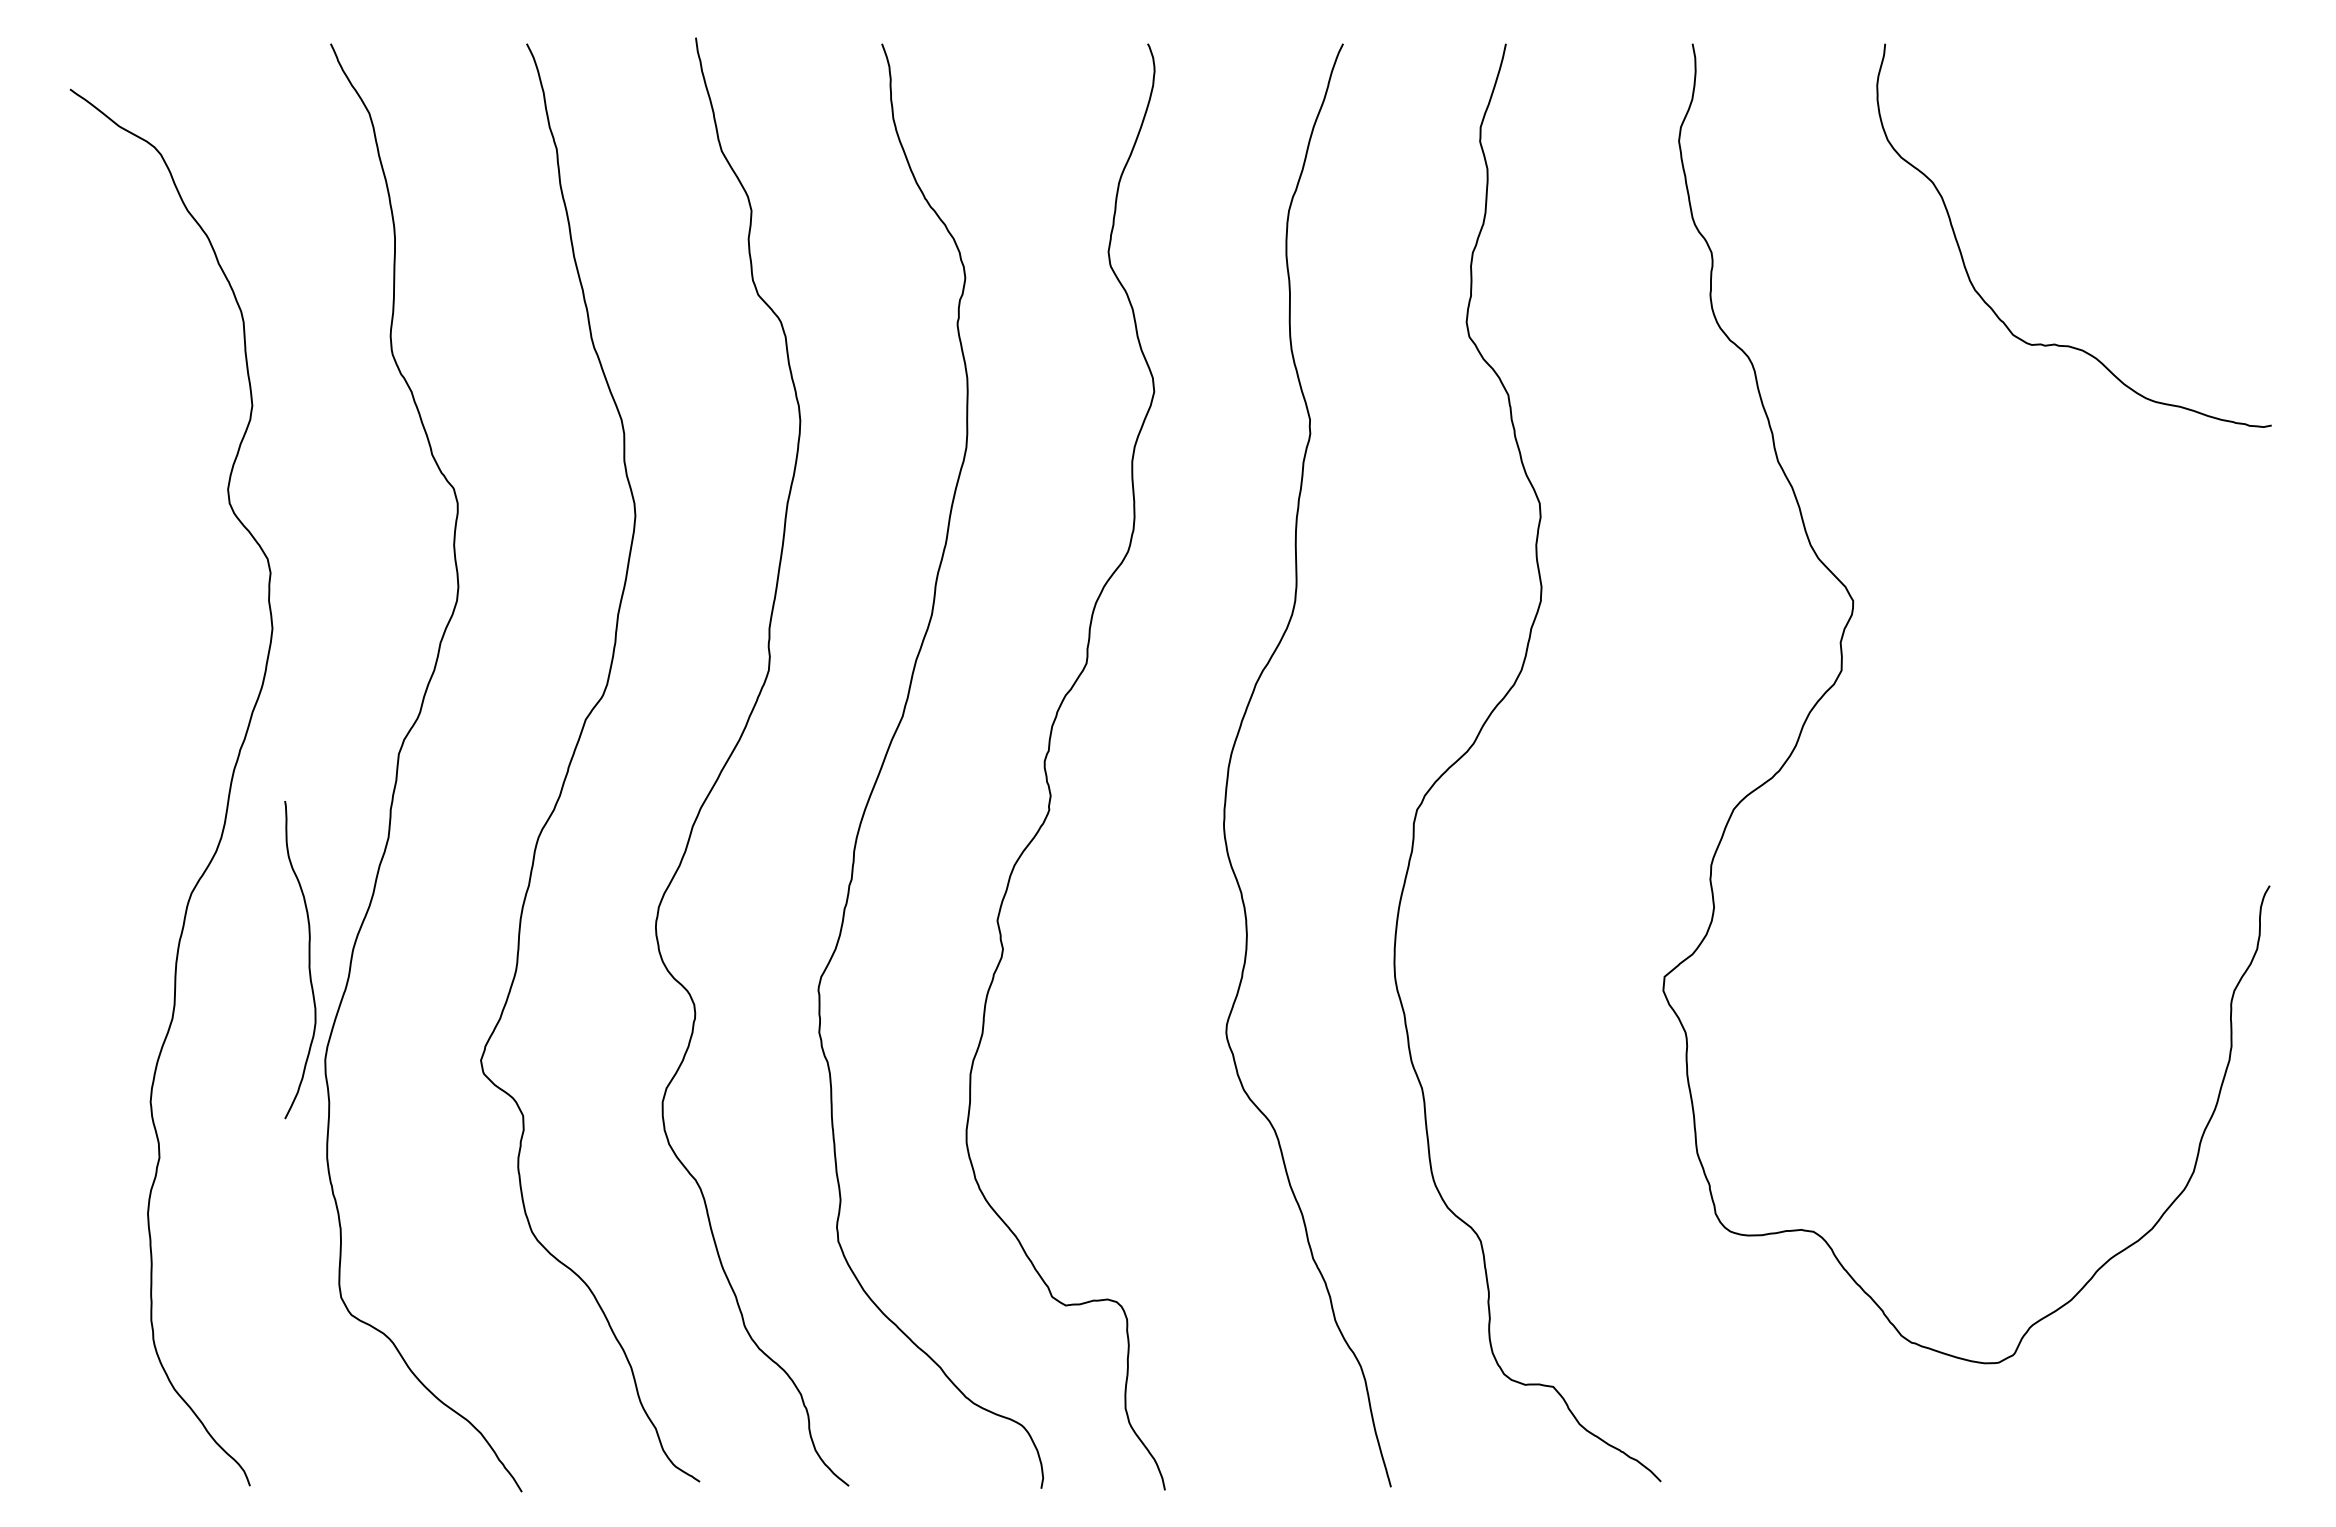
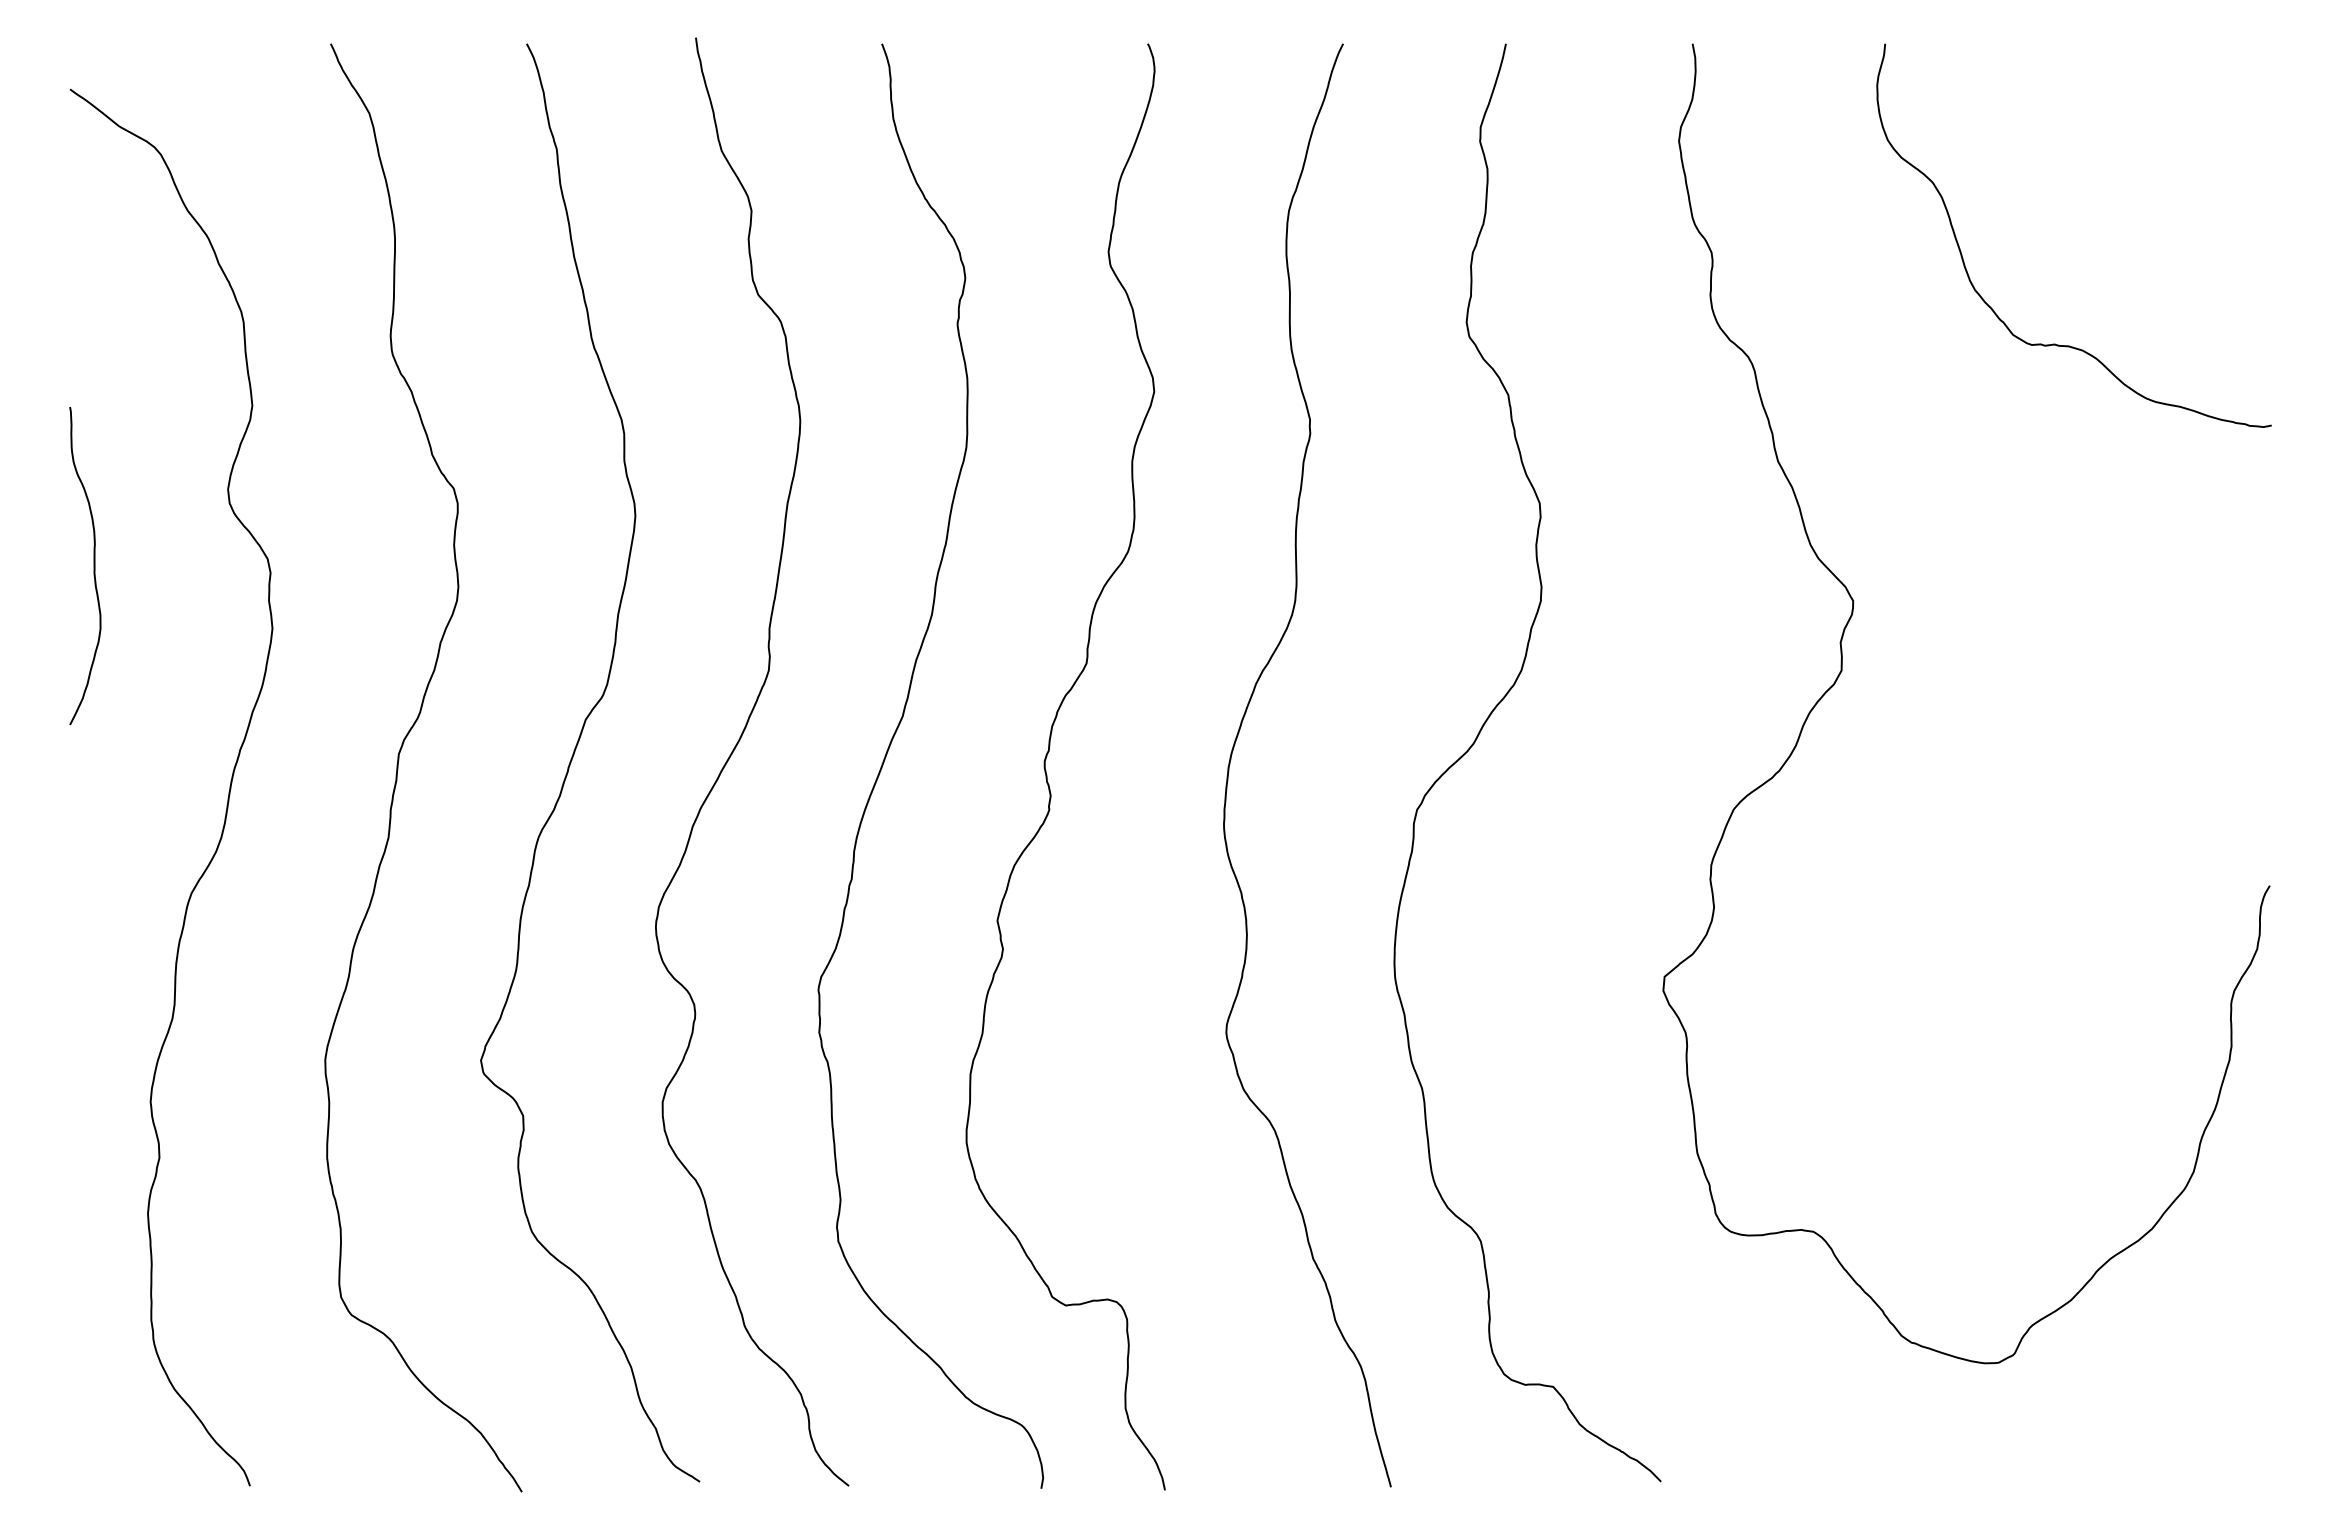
curve at (308, 960) position: (308, 960) -> (93, 566)
